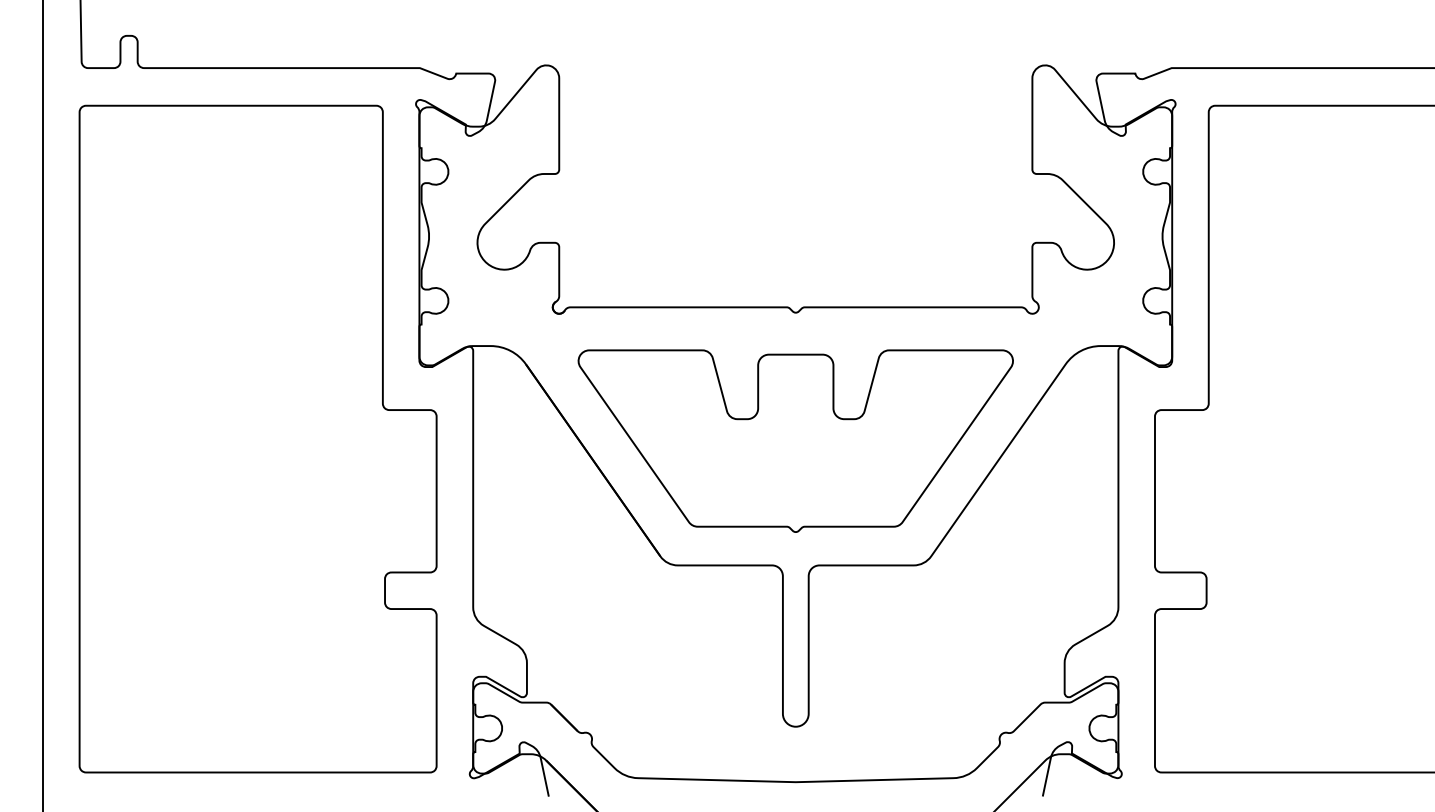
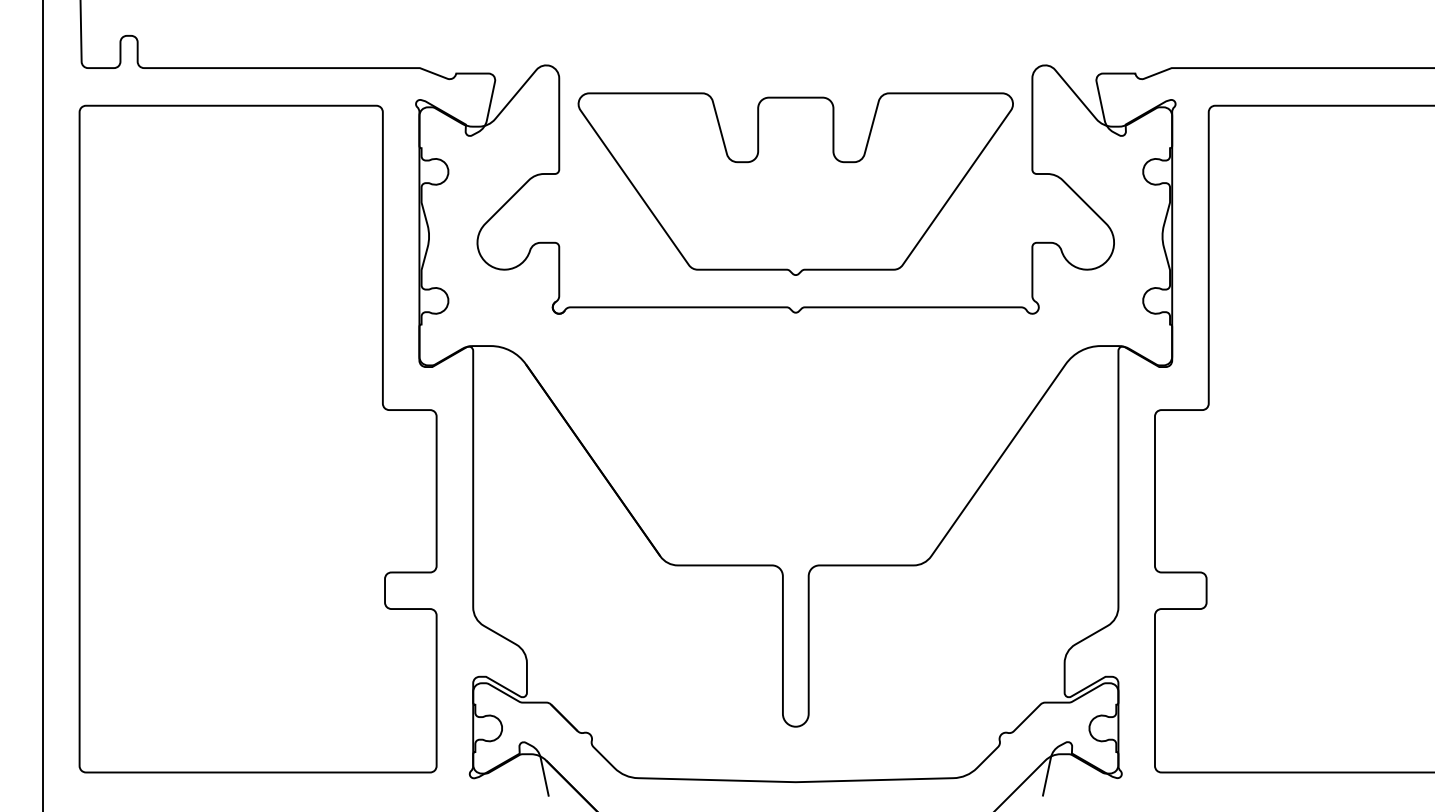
part at (795, 440) position: (795, 440) -> (795, 183)
